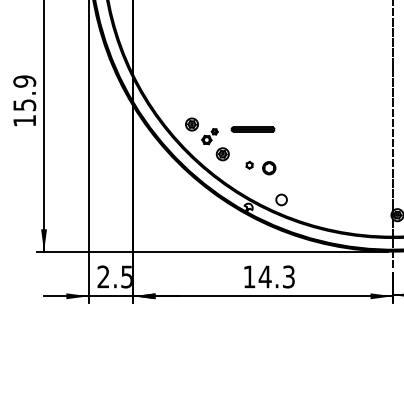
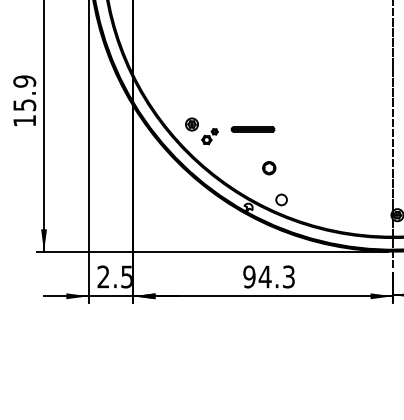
part at (222, 154): present -> none
part at (249, 164): present -> none
text at (249, 276): 14.3 -> 94.3
